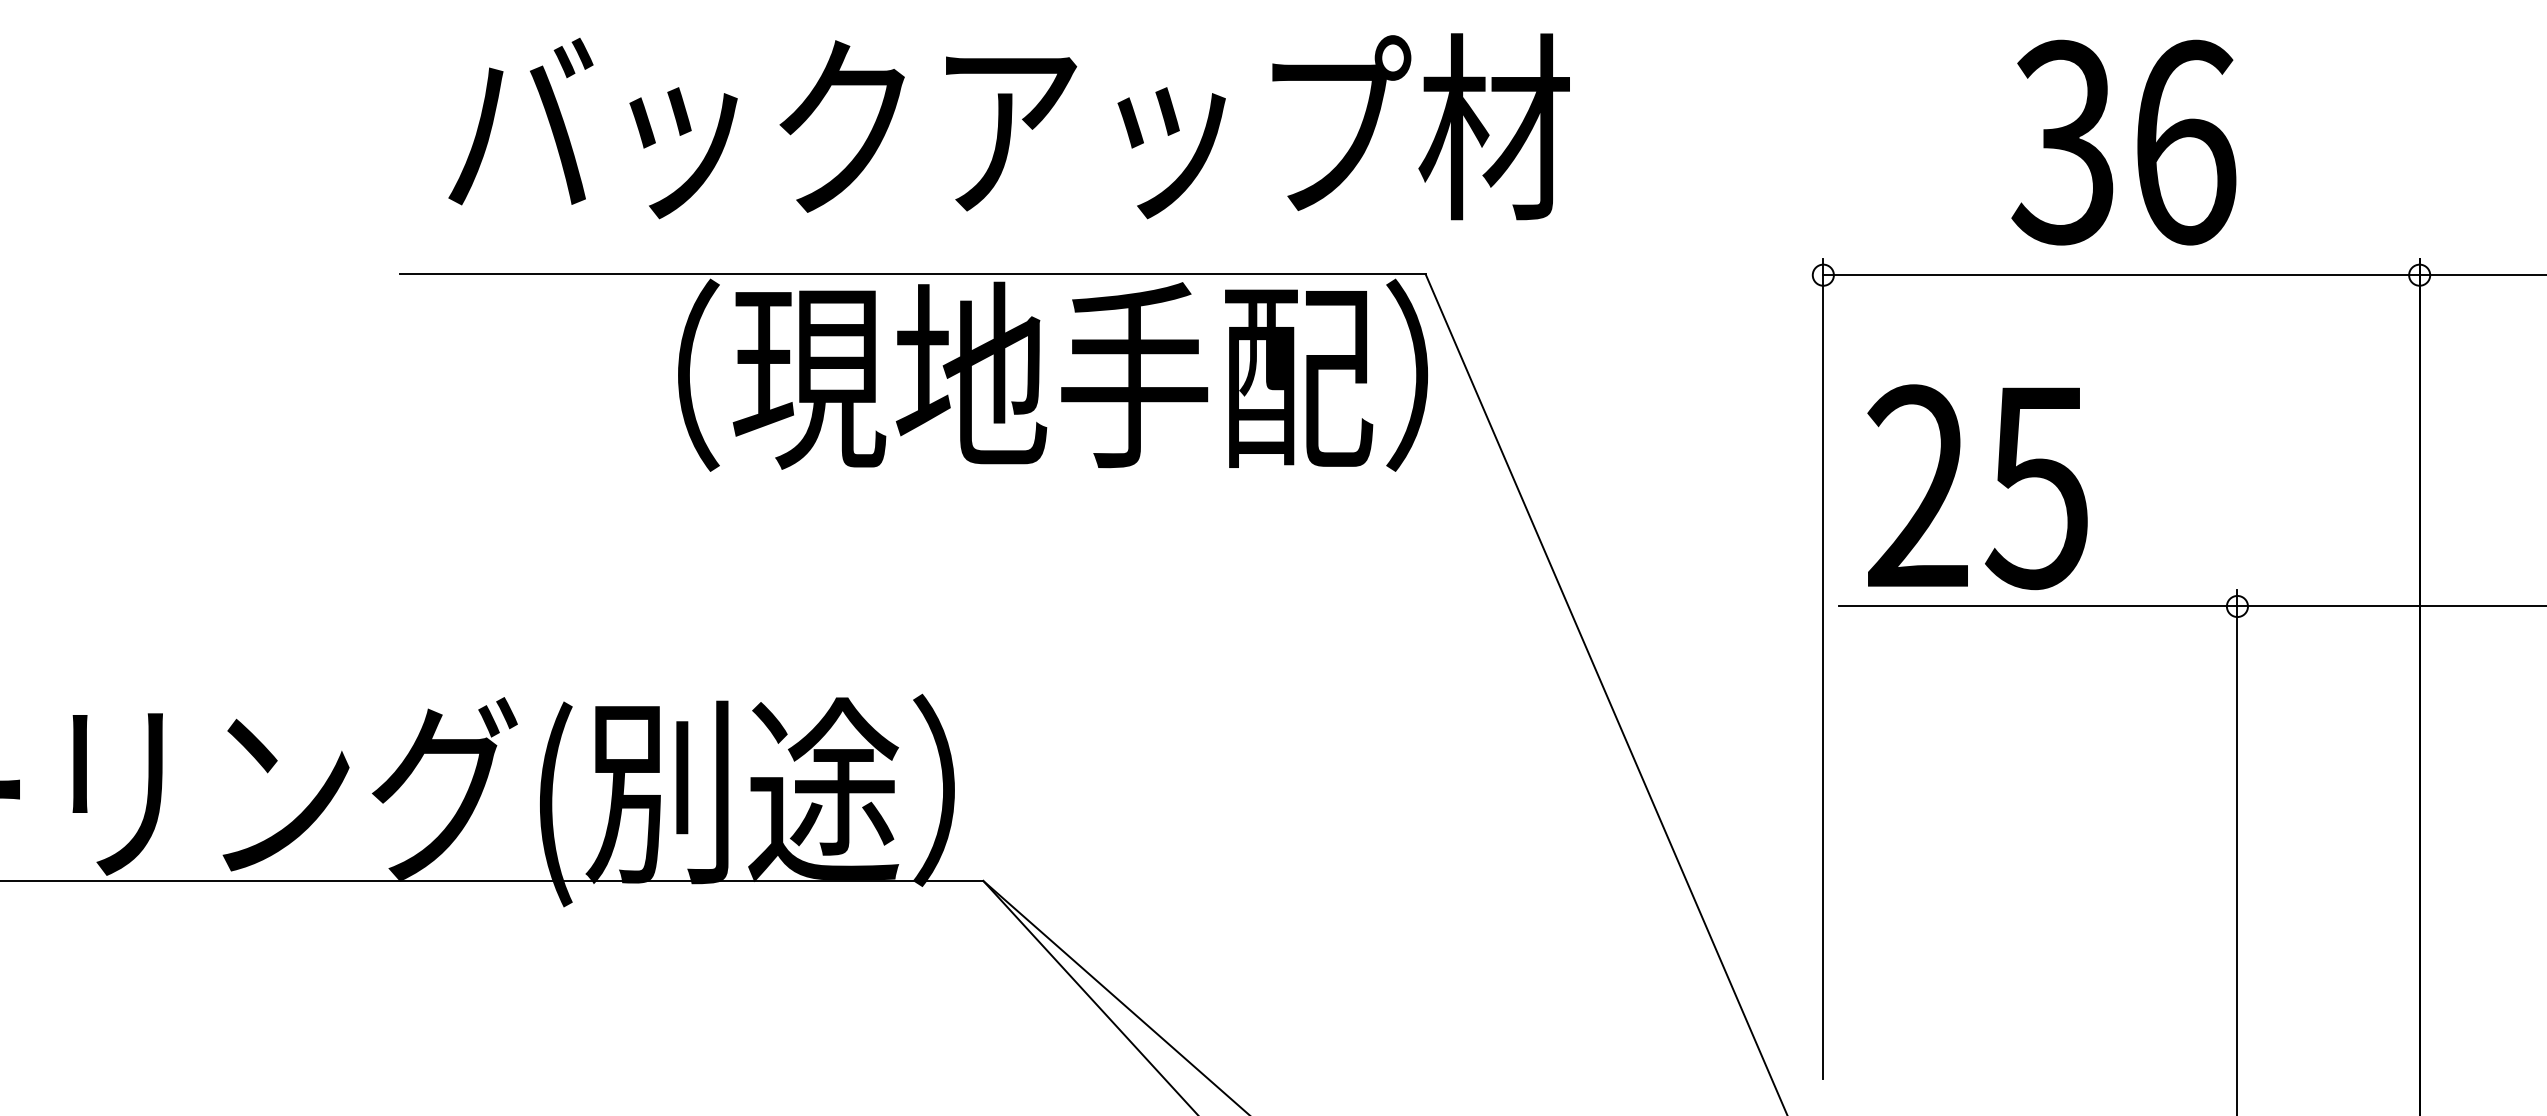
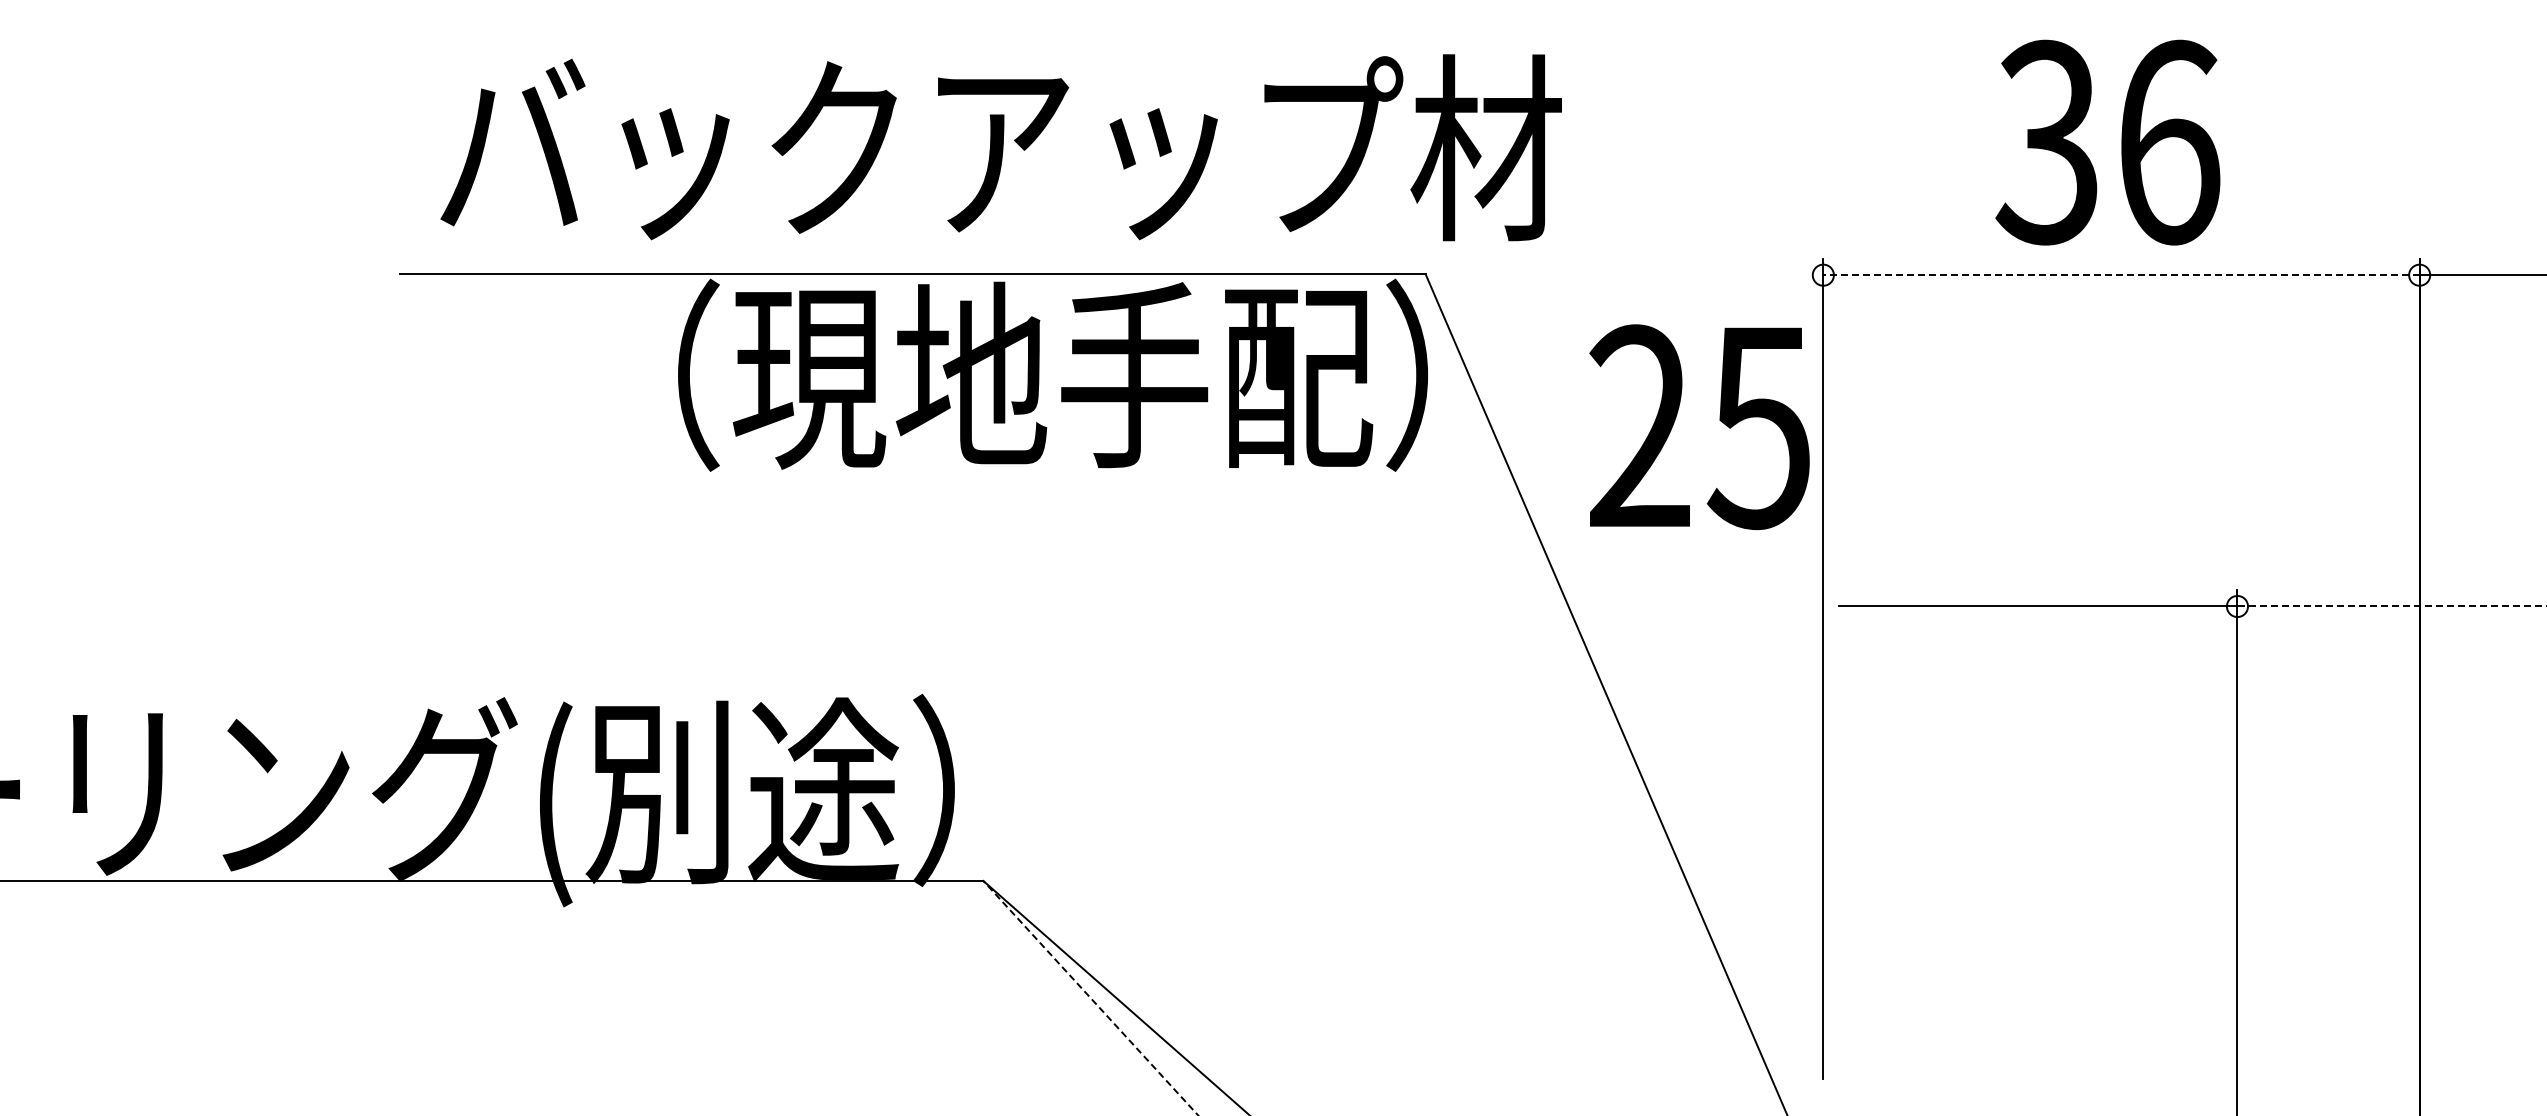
text at (1008, 126) position: (1008, 126) -> (1000, 147)
text at (2123, 142) position: (2123, 142) -> (2107, 142)
line at (2121, 275): solid -> dashed
text at (1977, 487) position: (1977, 487) -> (1699, 427)
line at (2392, 606): solid -> dashed
line at (1090, 998): solid -> dashed
